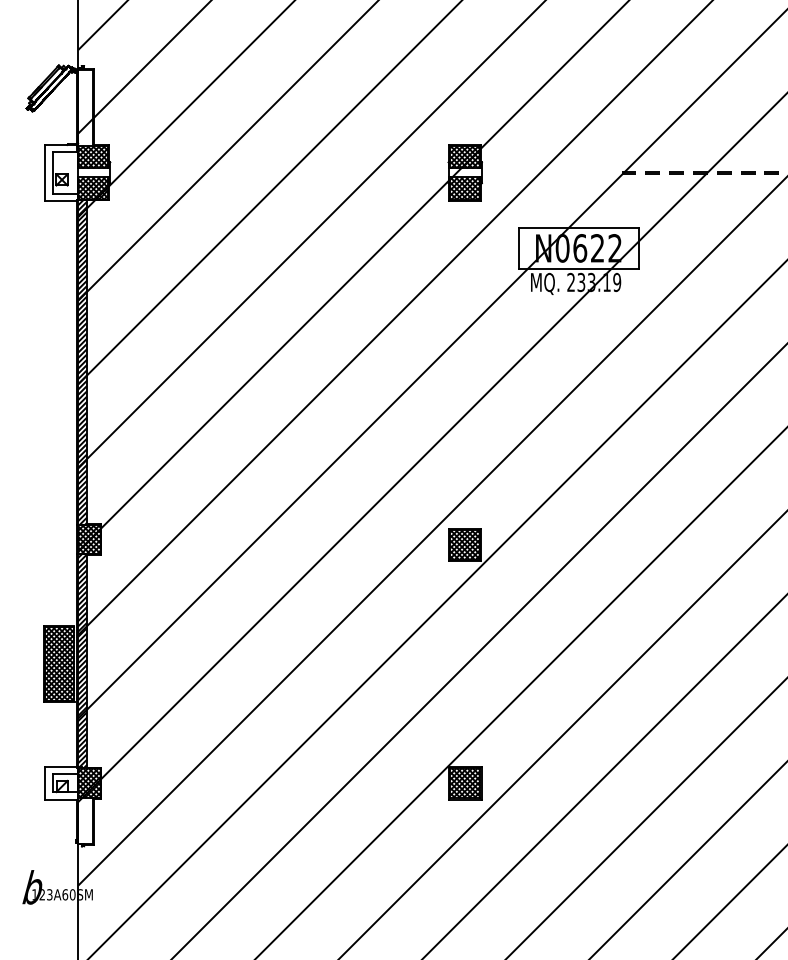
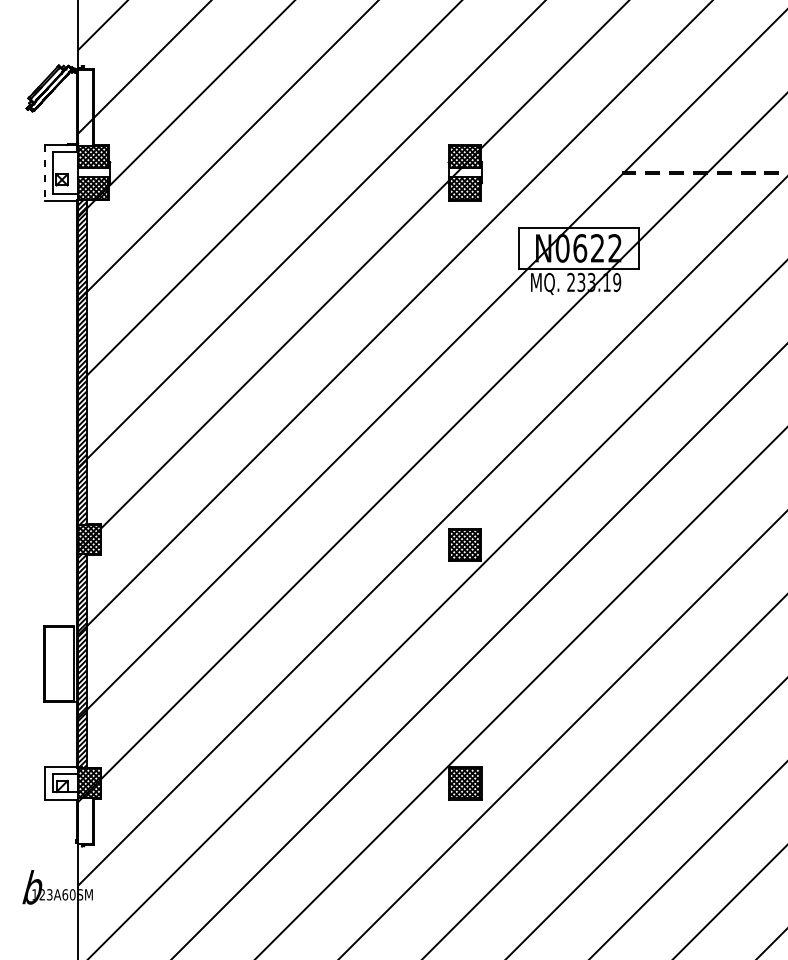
line at (45, 173): solid -> dashed
hatch at (59, 663): present -> none
